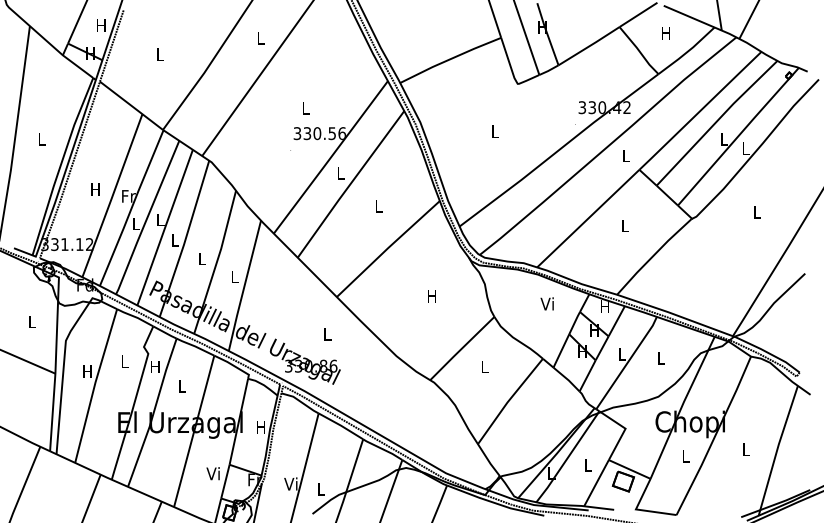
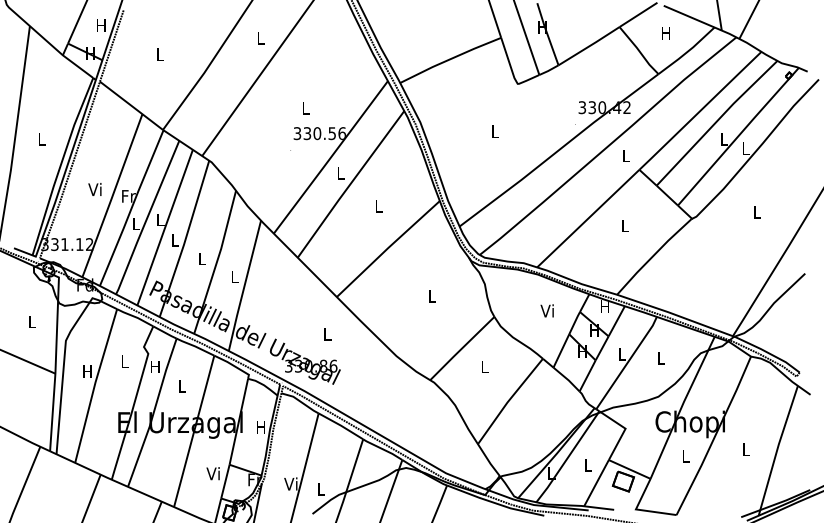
text at (94, 189): H -> Vi
text at (431, 296): H -> L
text at (546, 303) position: (546, 303) -> (546, 310)
